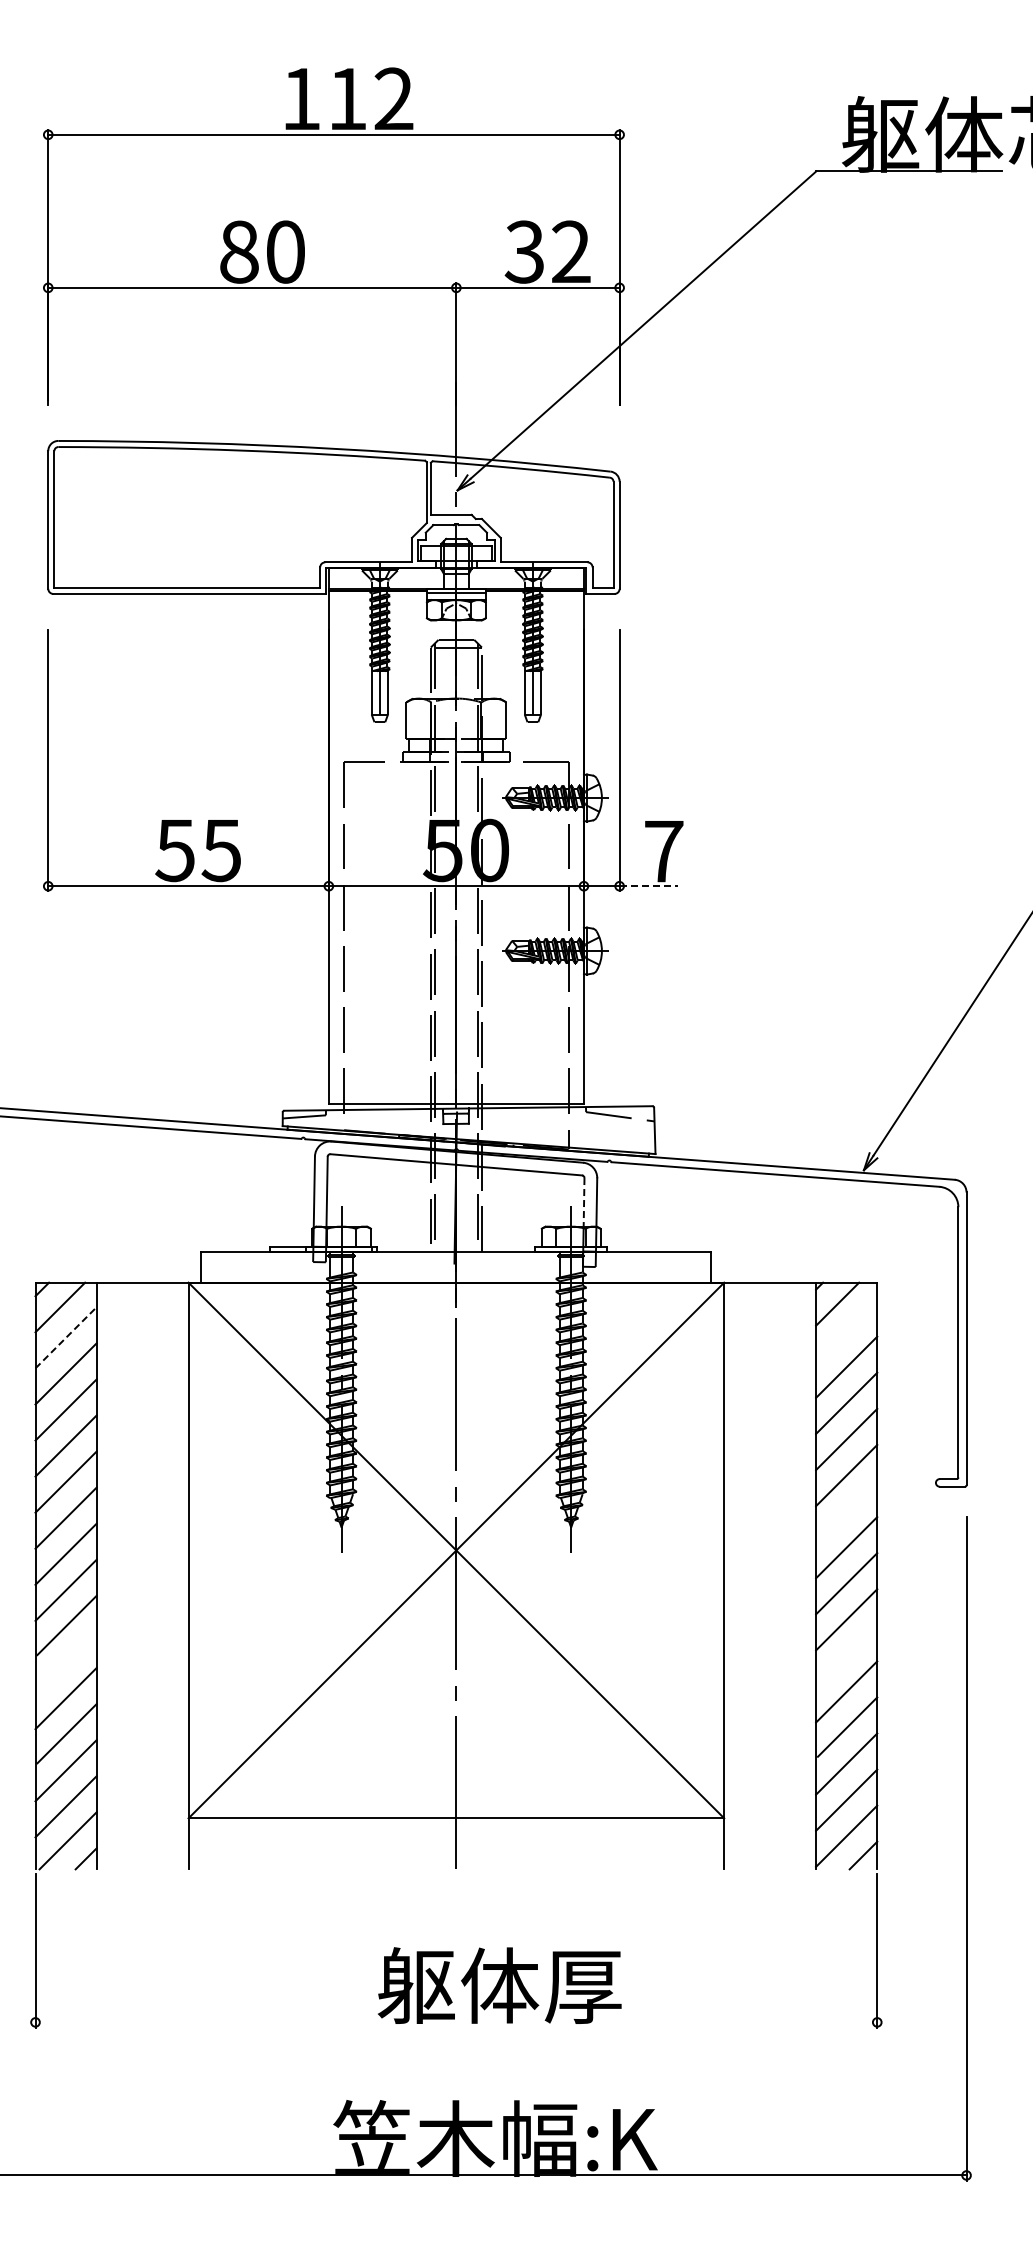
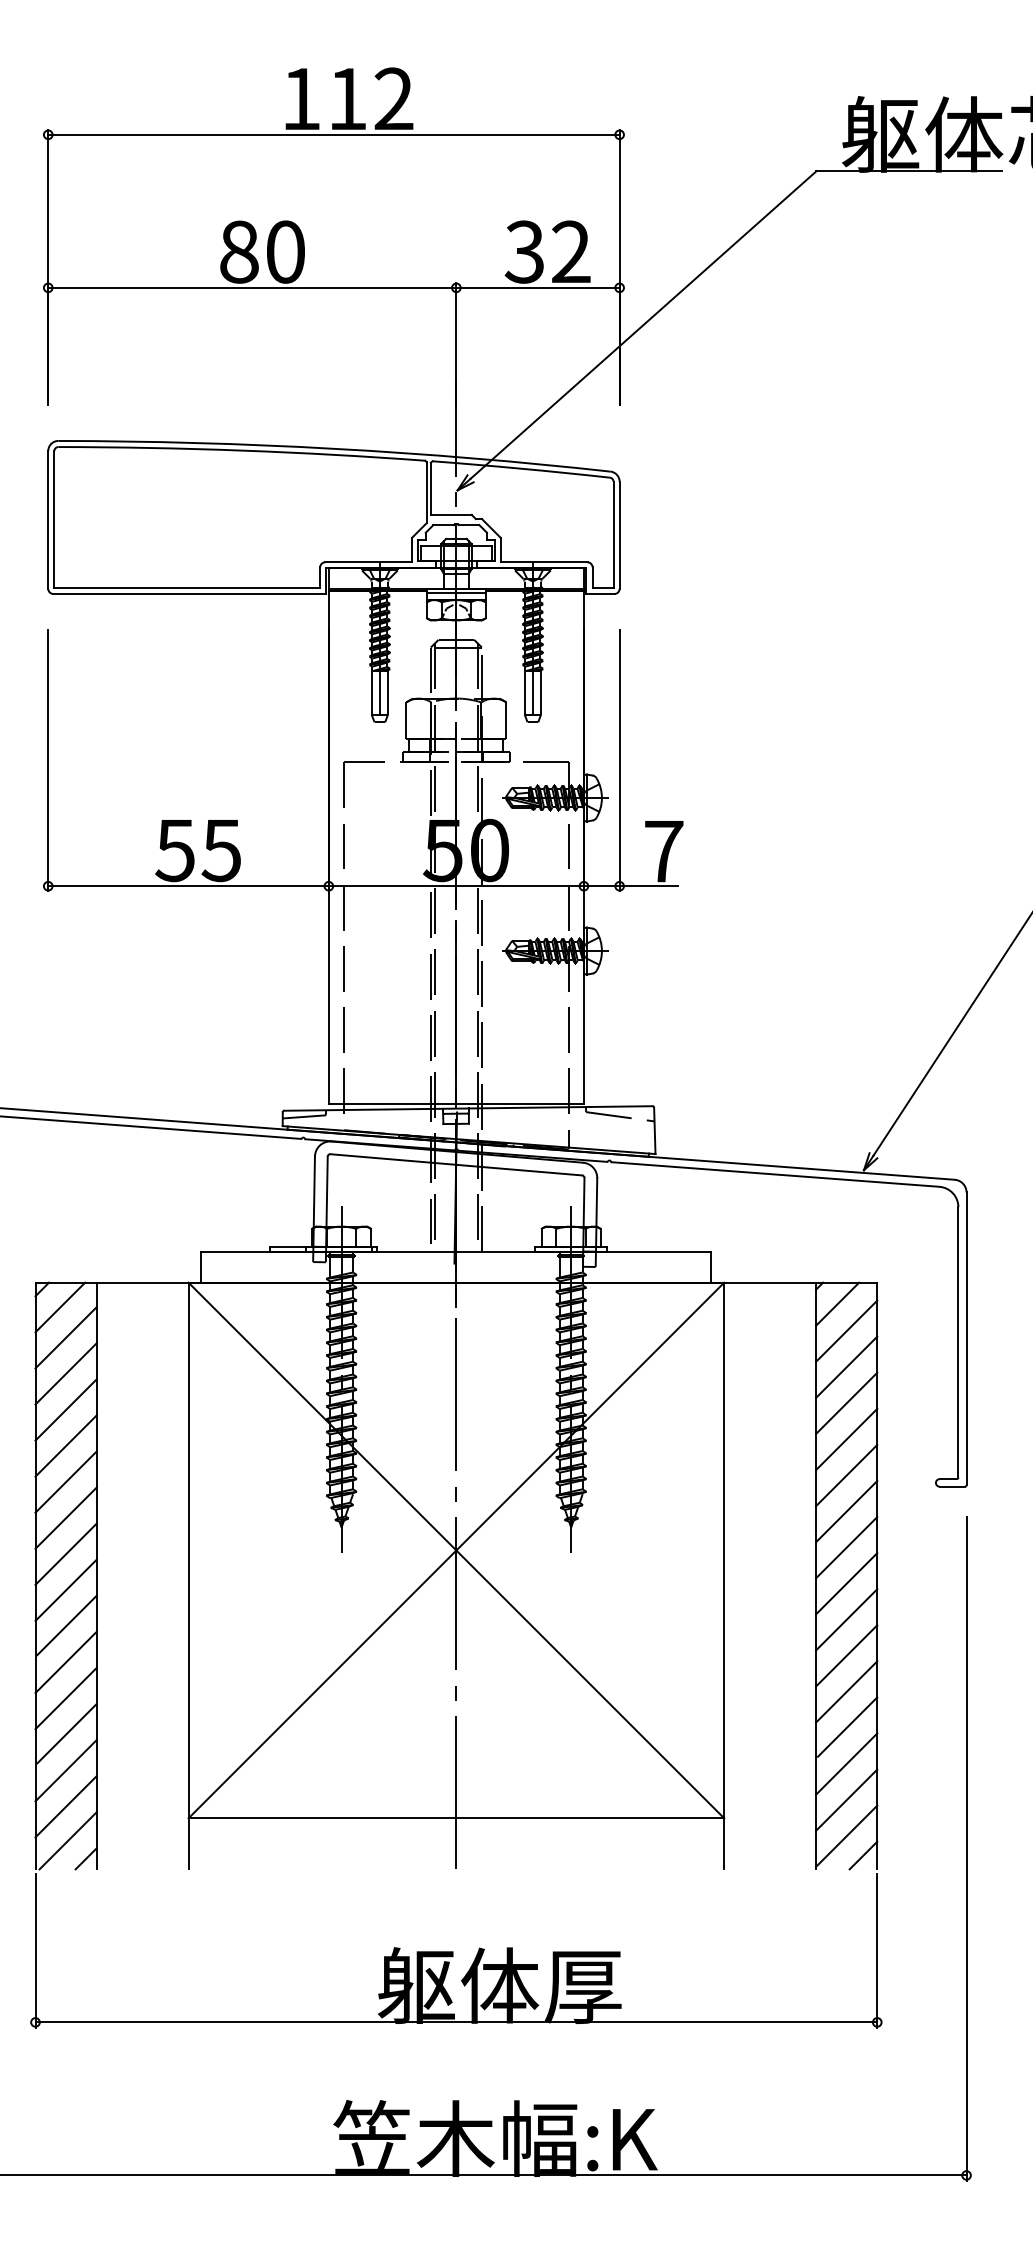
line at (649, 886): dashed -> solid
line at (584, 1202): dashed -> solid
line at (846, 1330): none -> present
line at (66, 1337): dashed -> solid
line at (846, 1511): none -> present
line at (846, 1655): none -> present
line at (65, 1662): none -> present
line at (456, 2022): none -> present
